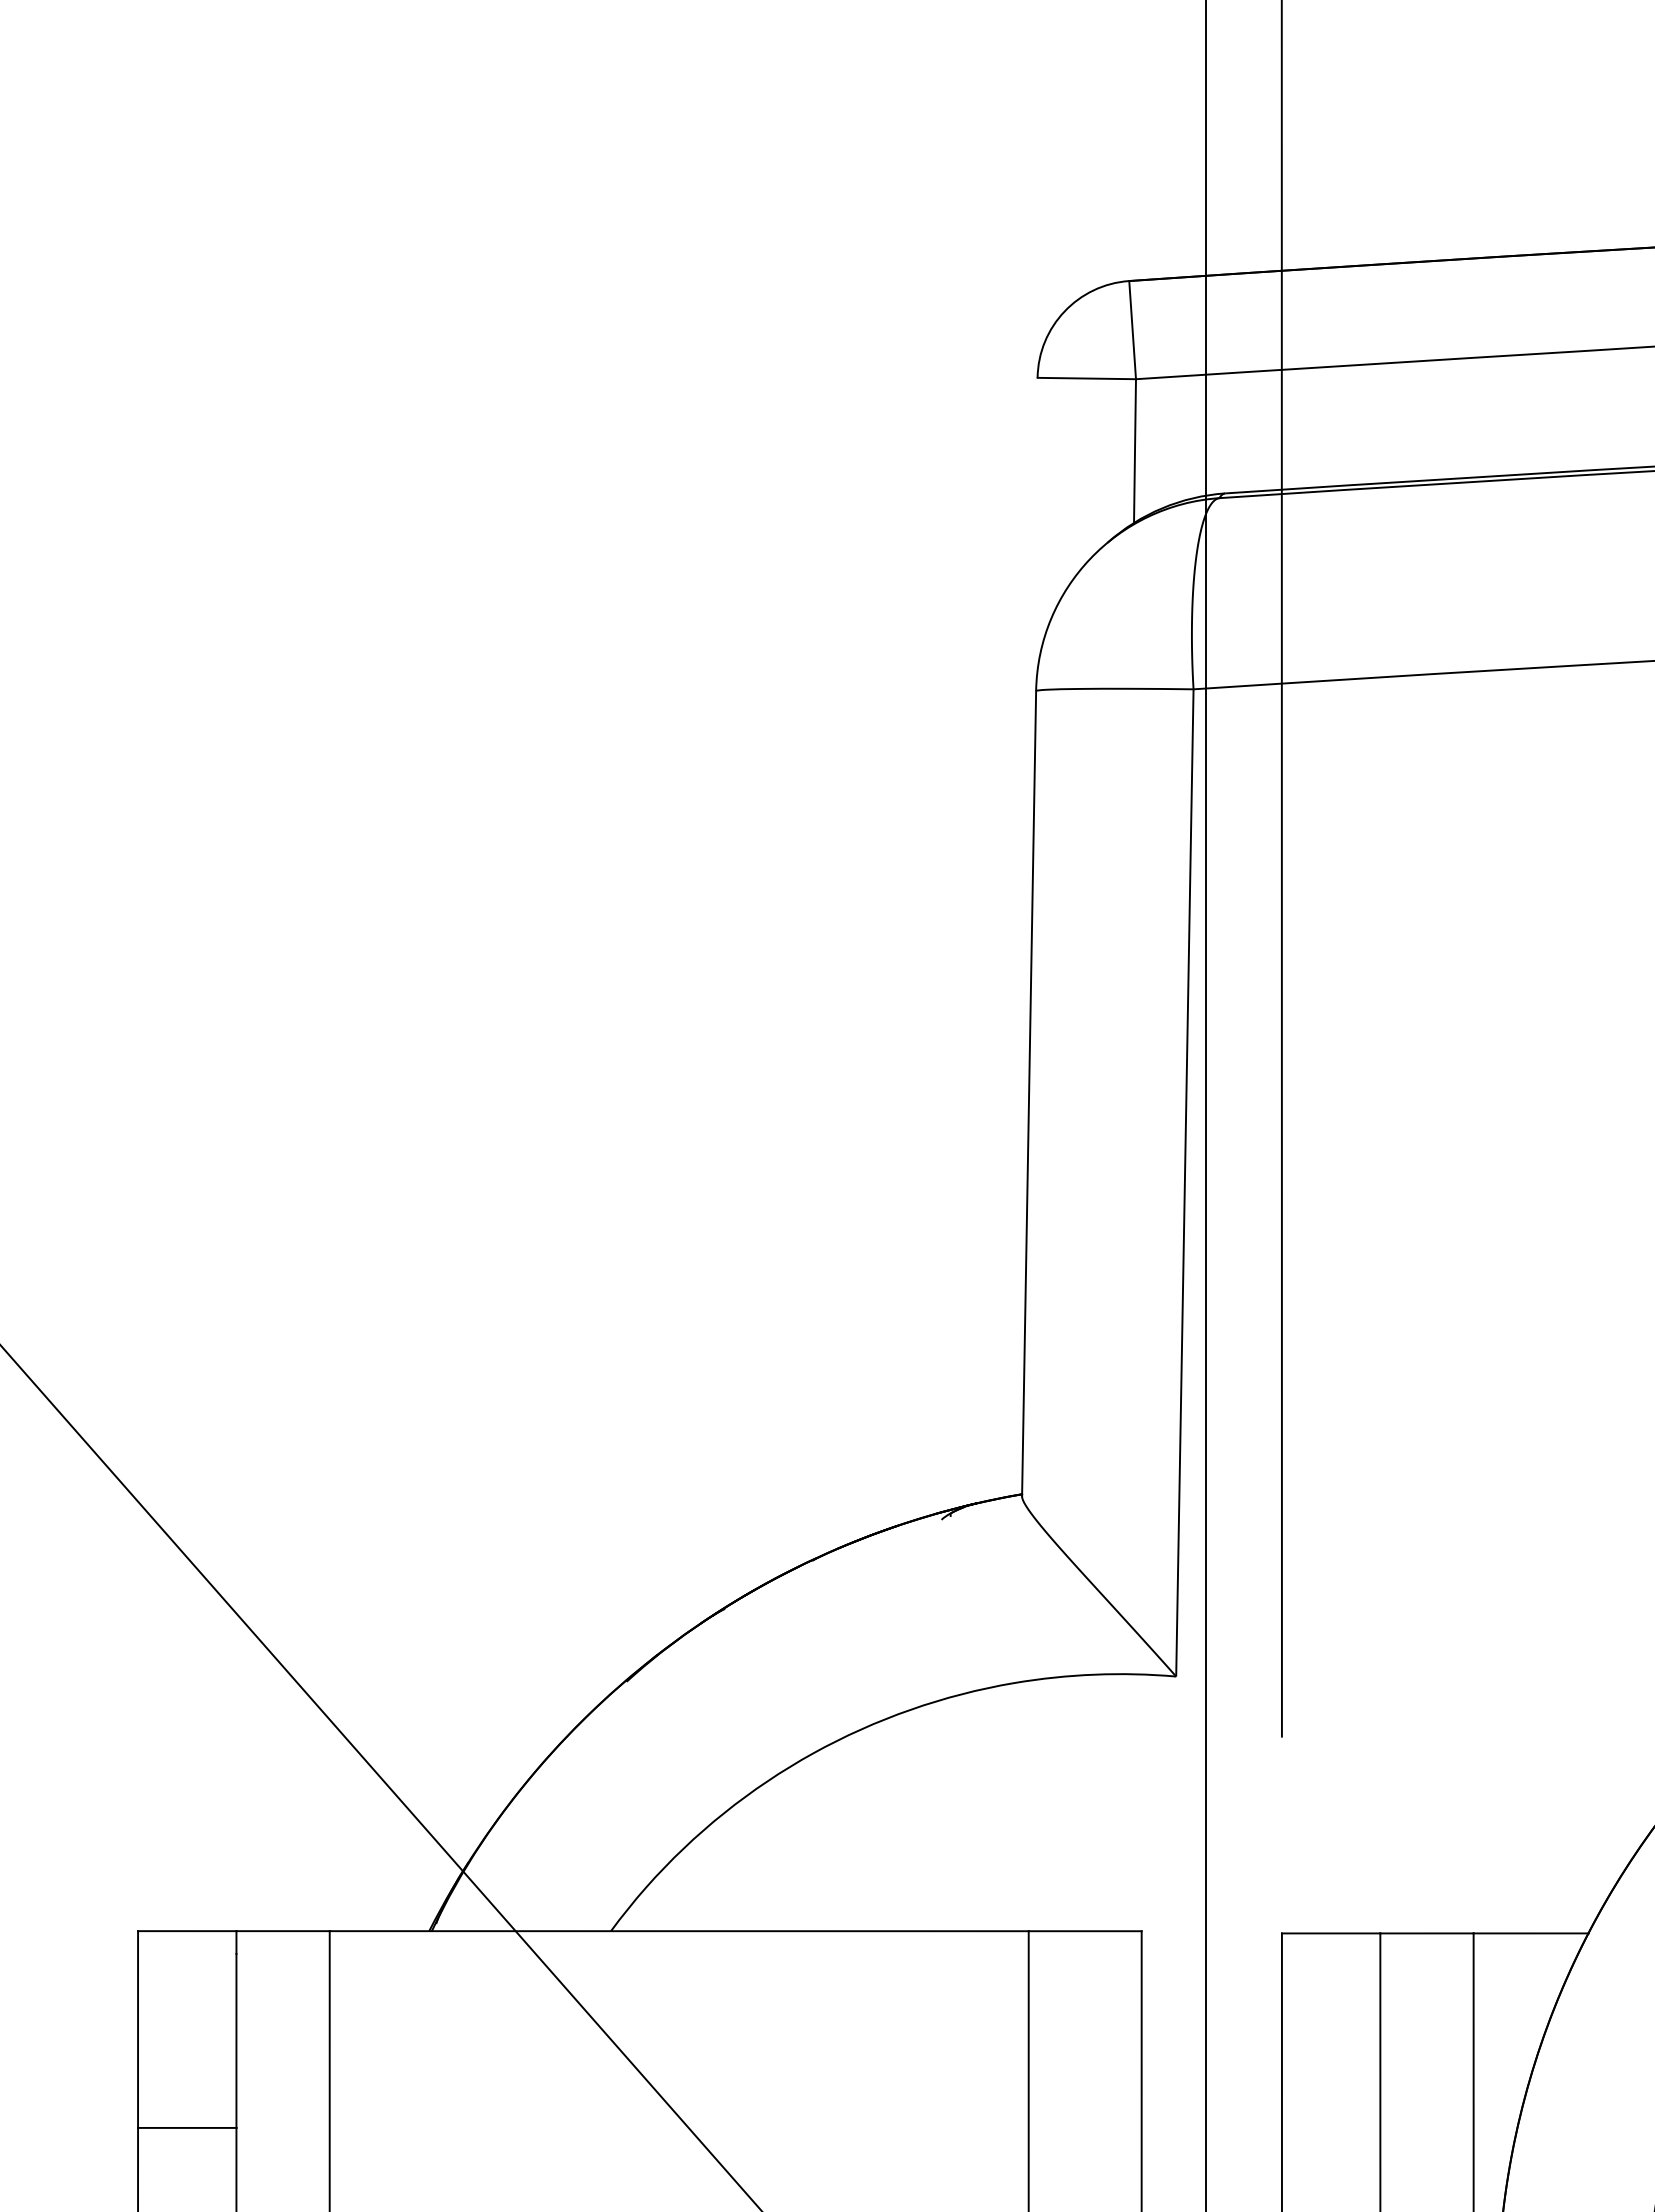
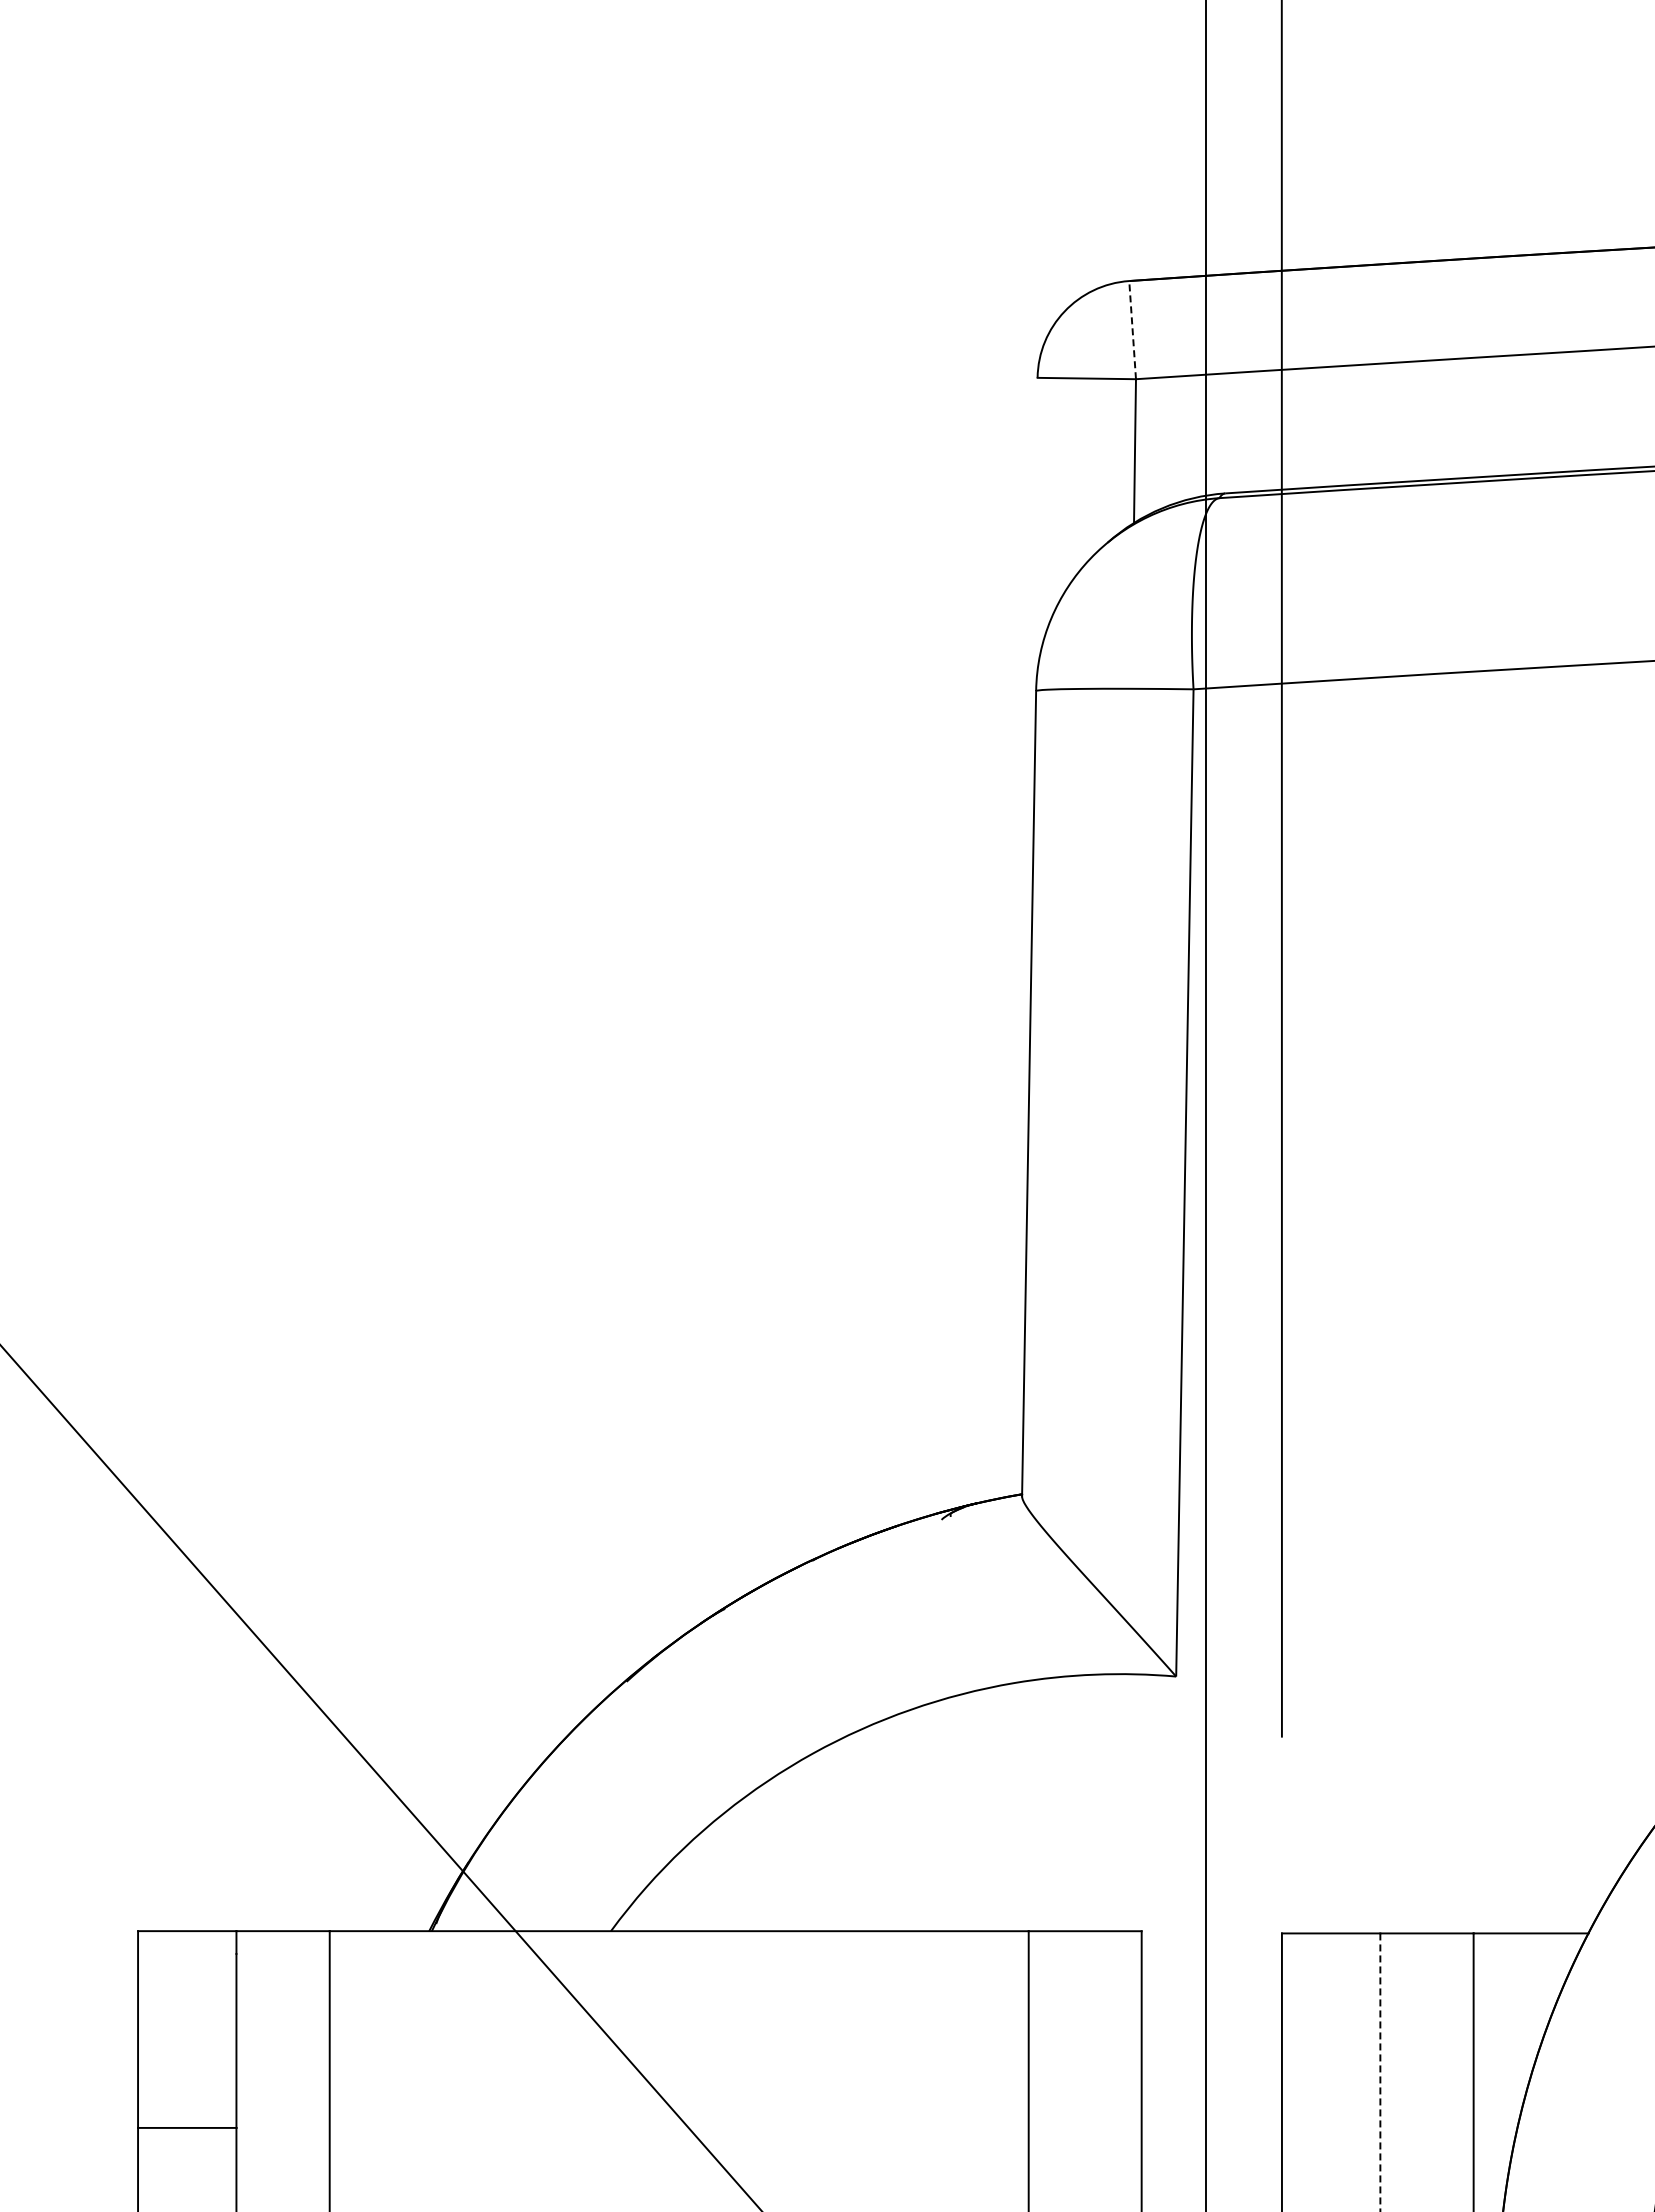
line at (1132, 329): solid -> dashed
line at (1380, 2072): solid -> dashed
